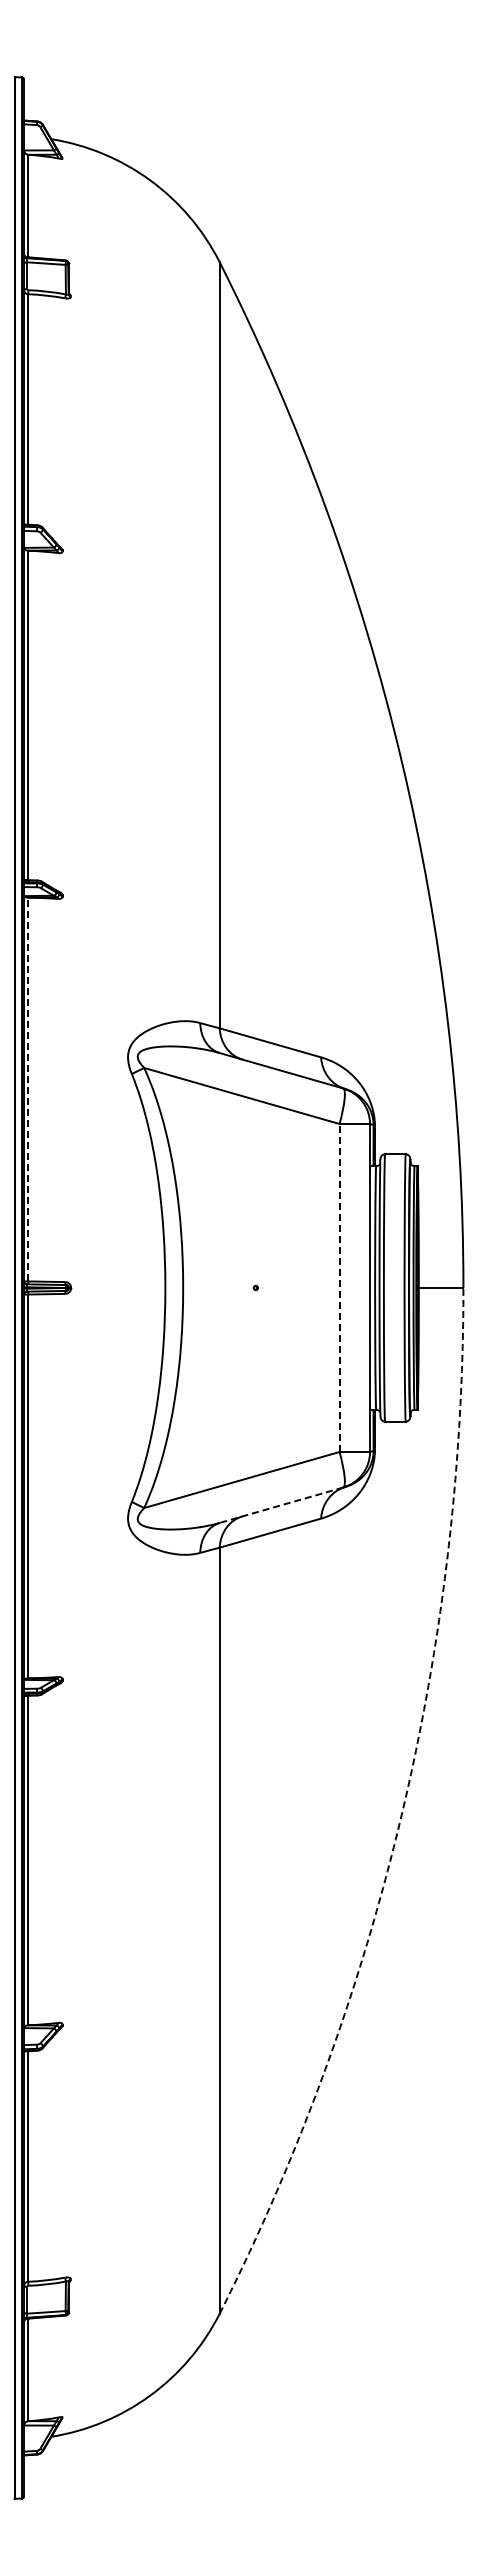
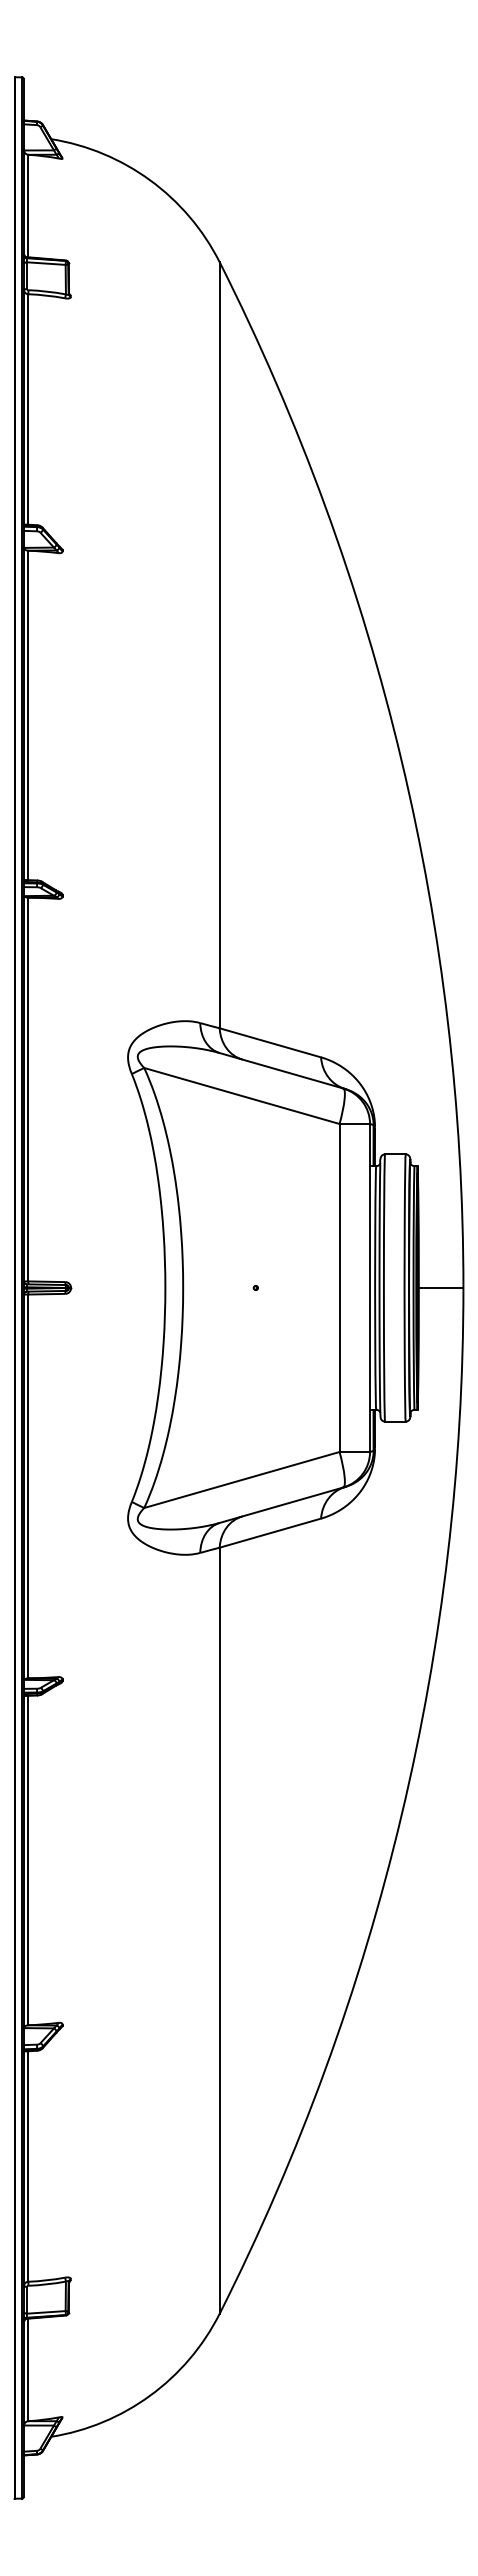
line at (28, 1089): dashed -> solid
line at (339, 1287): dashed -> solid
line at (281, 1505): dashed -> solid
arc at (401, 1815): dashed -> solid
